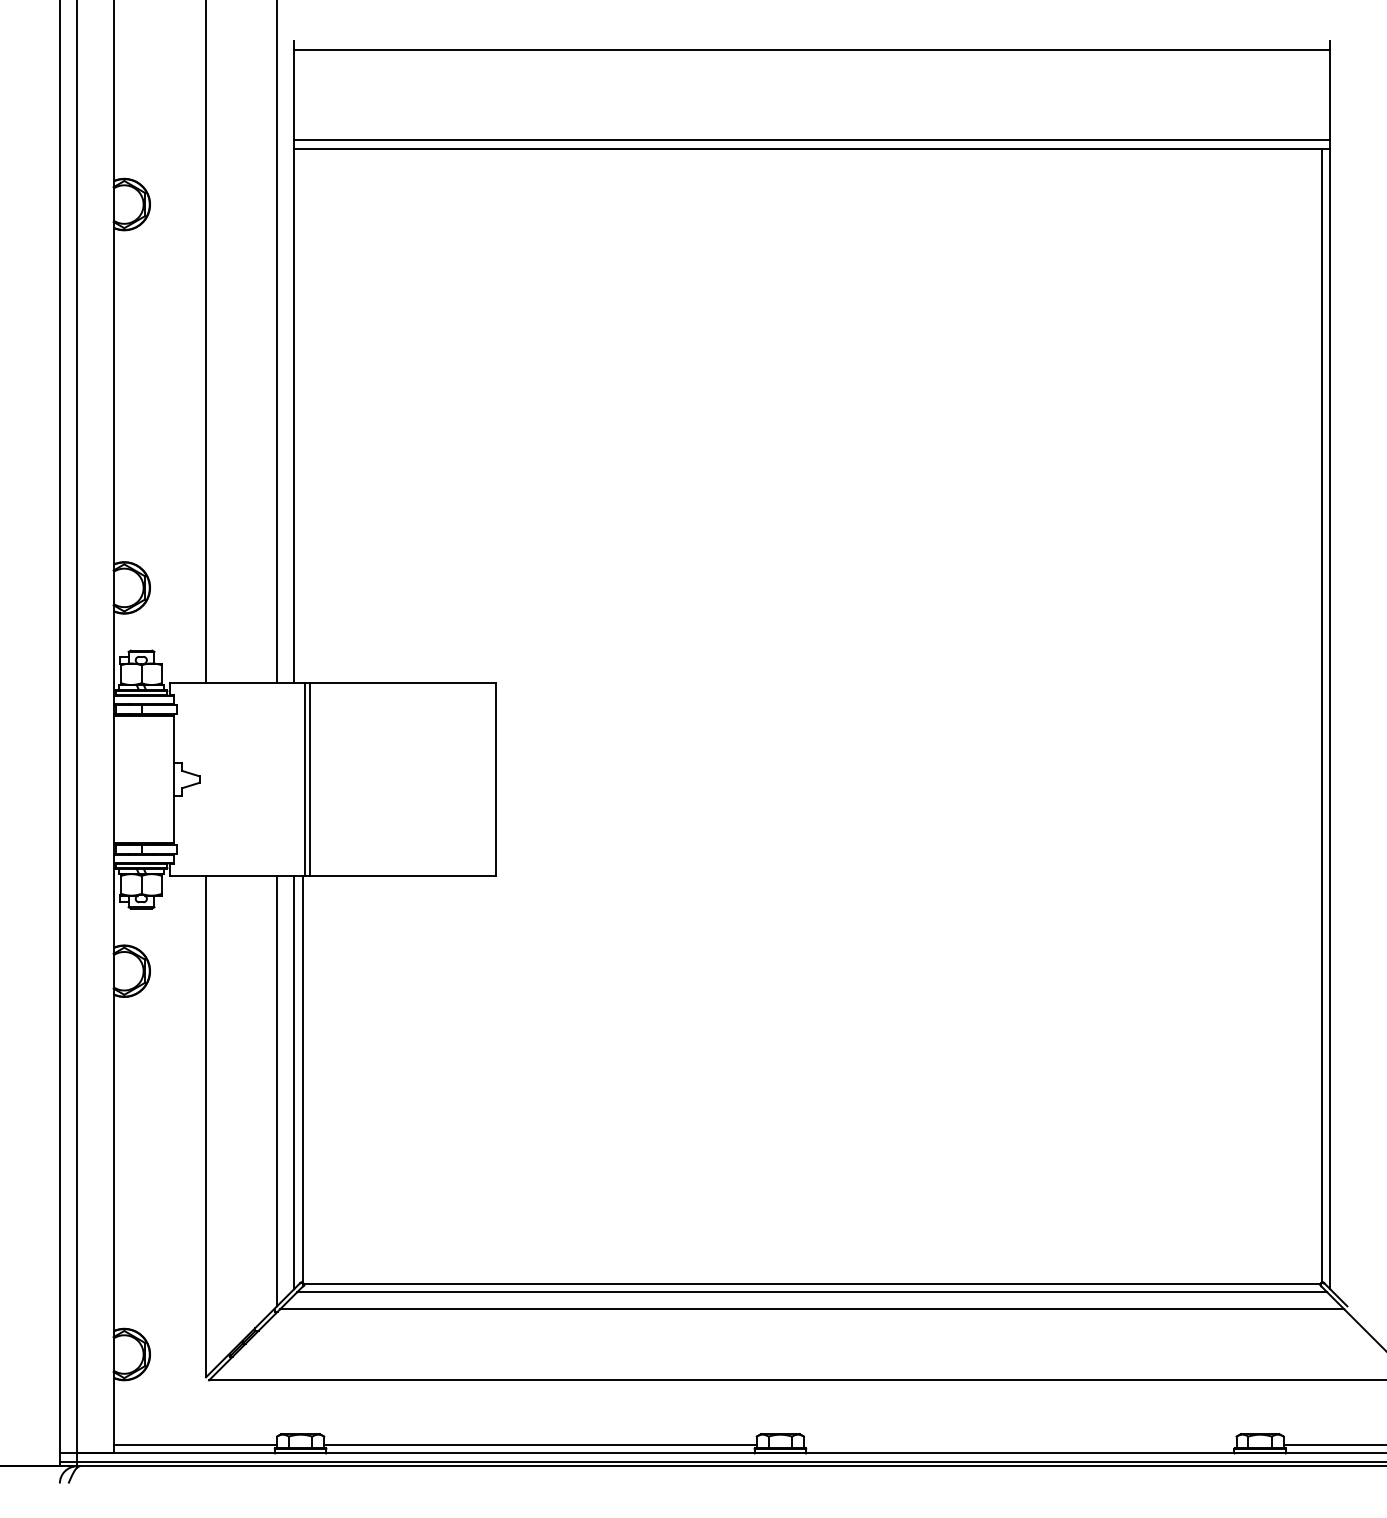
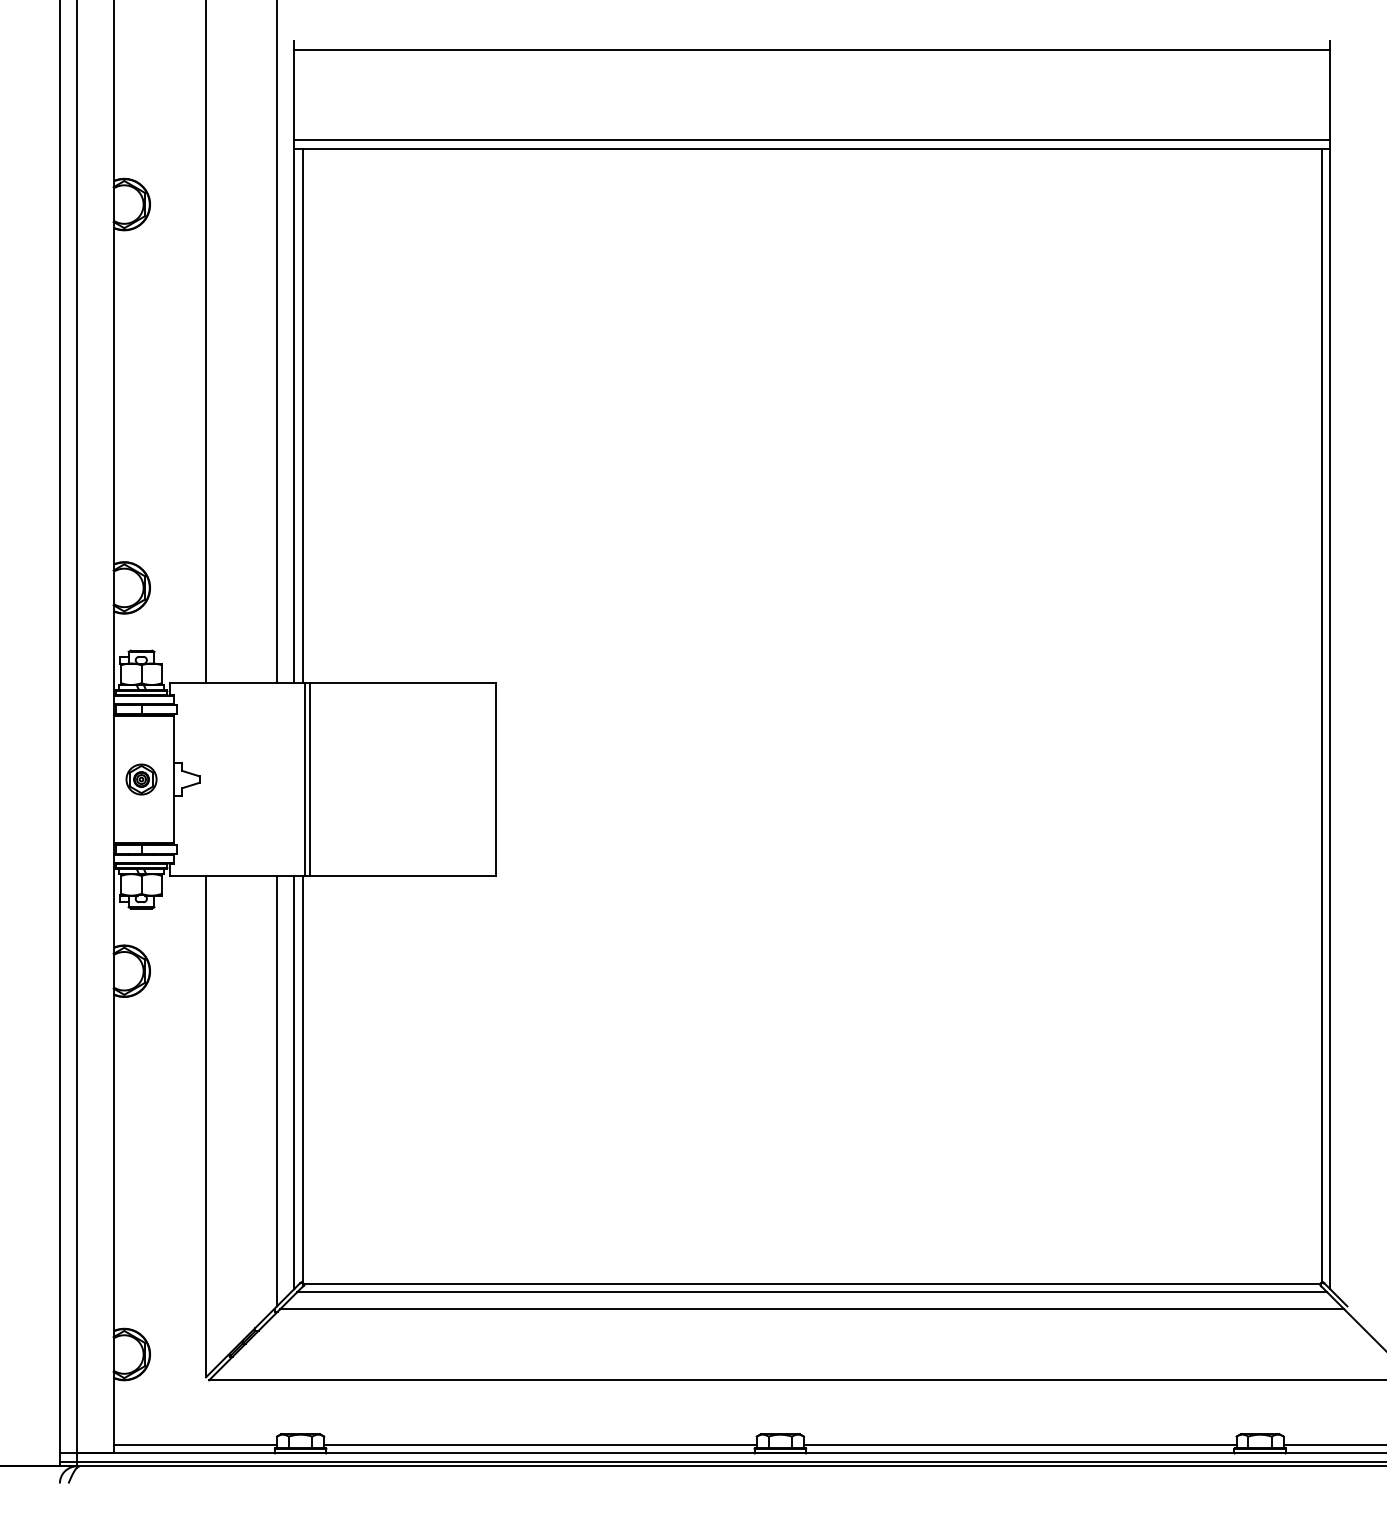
line at (302, 415): none -> present
part at (141, 779): none -> present
line at (1019, 1444): none -> present
